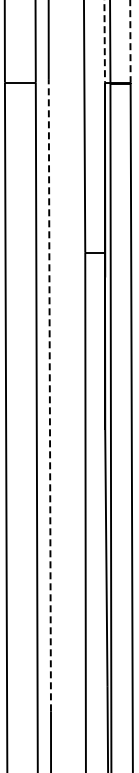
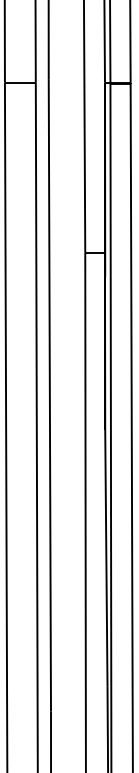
line at (104, 41): dashed -> solid
line at (130, 41): dashed -> solid
line at (49, 395): dashed -> solid
